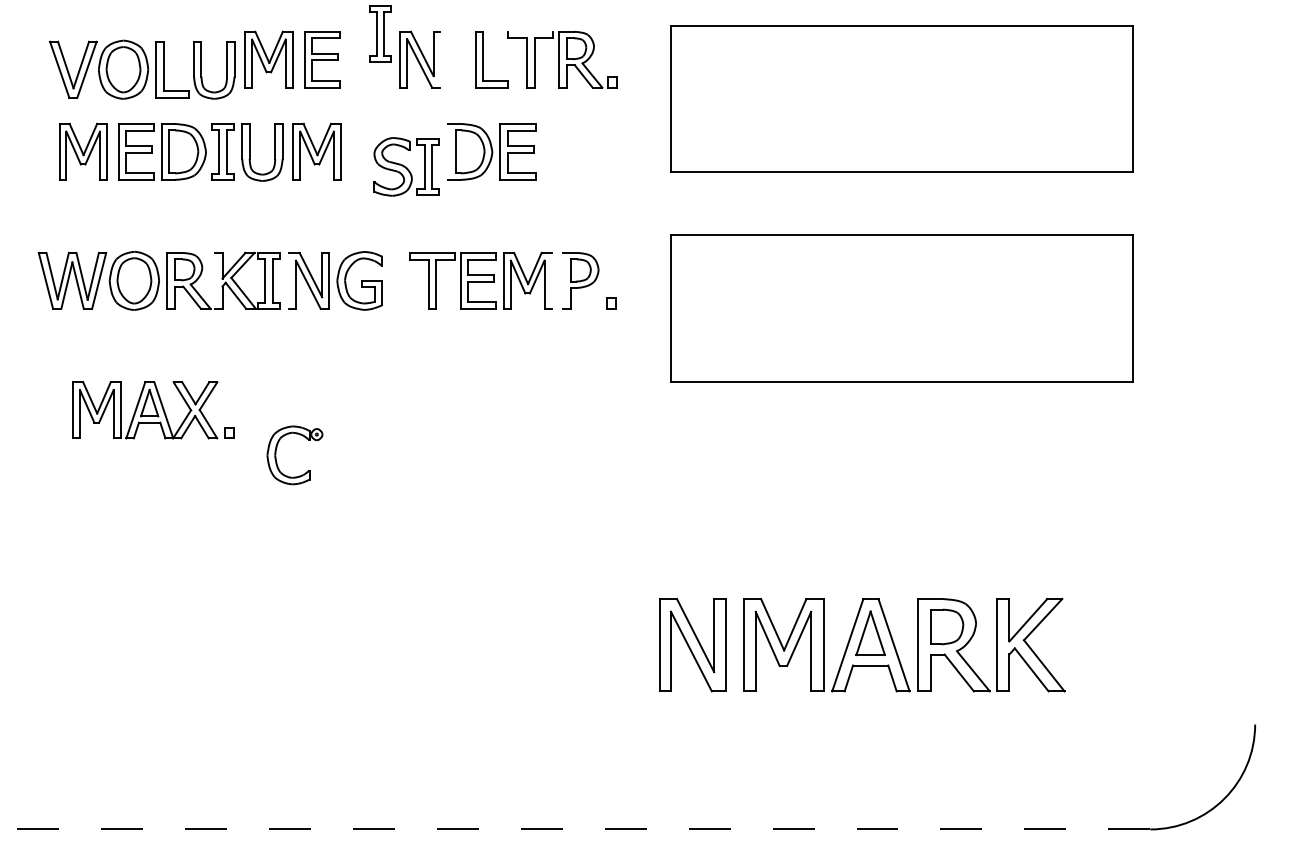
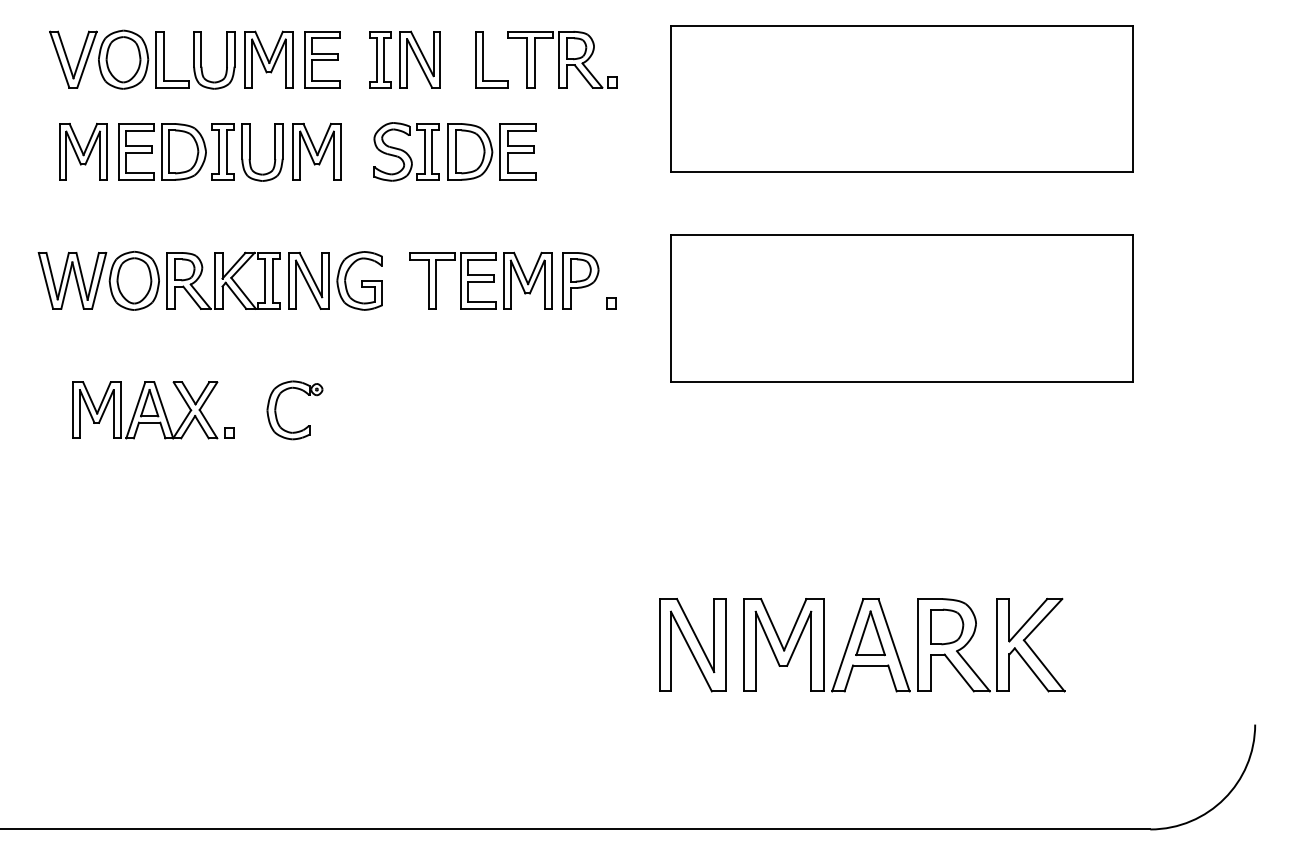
line at (530, 31): none -> present
part at (380, 33) position: (380, 33) -> (380, 59)
line at (440, 59): none -> present
part at (142, 69) position: (142, 69) -> (142, 59)
line at (448, 151): none -> present
part at (406, 166) position: (406, 166) -> (406, 151)
line at (215, 280): none -> present
line at (289, 280): none -> present
line at (551, 280): none -> present
line at (563, 280): none -> present
part at (276, 455) position: (276, 455) -> (276, 410)
line at (575, 829): dashed -> solid
